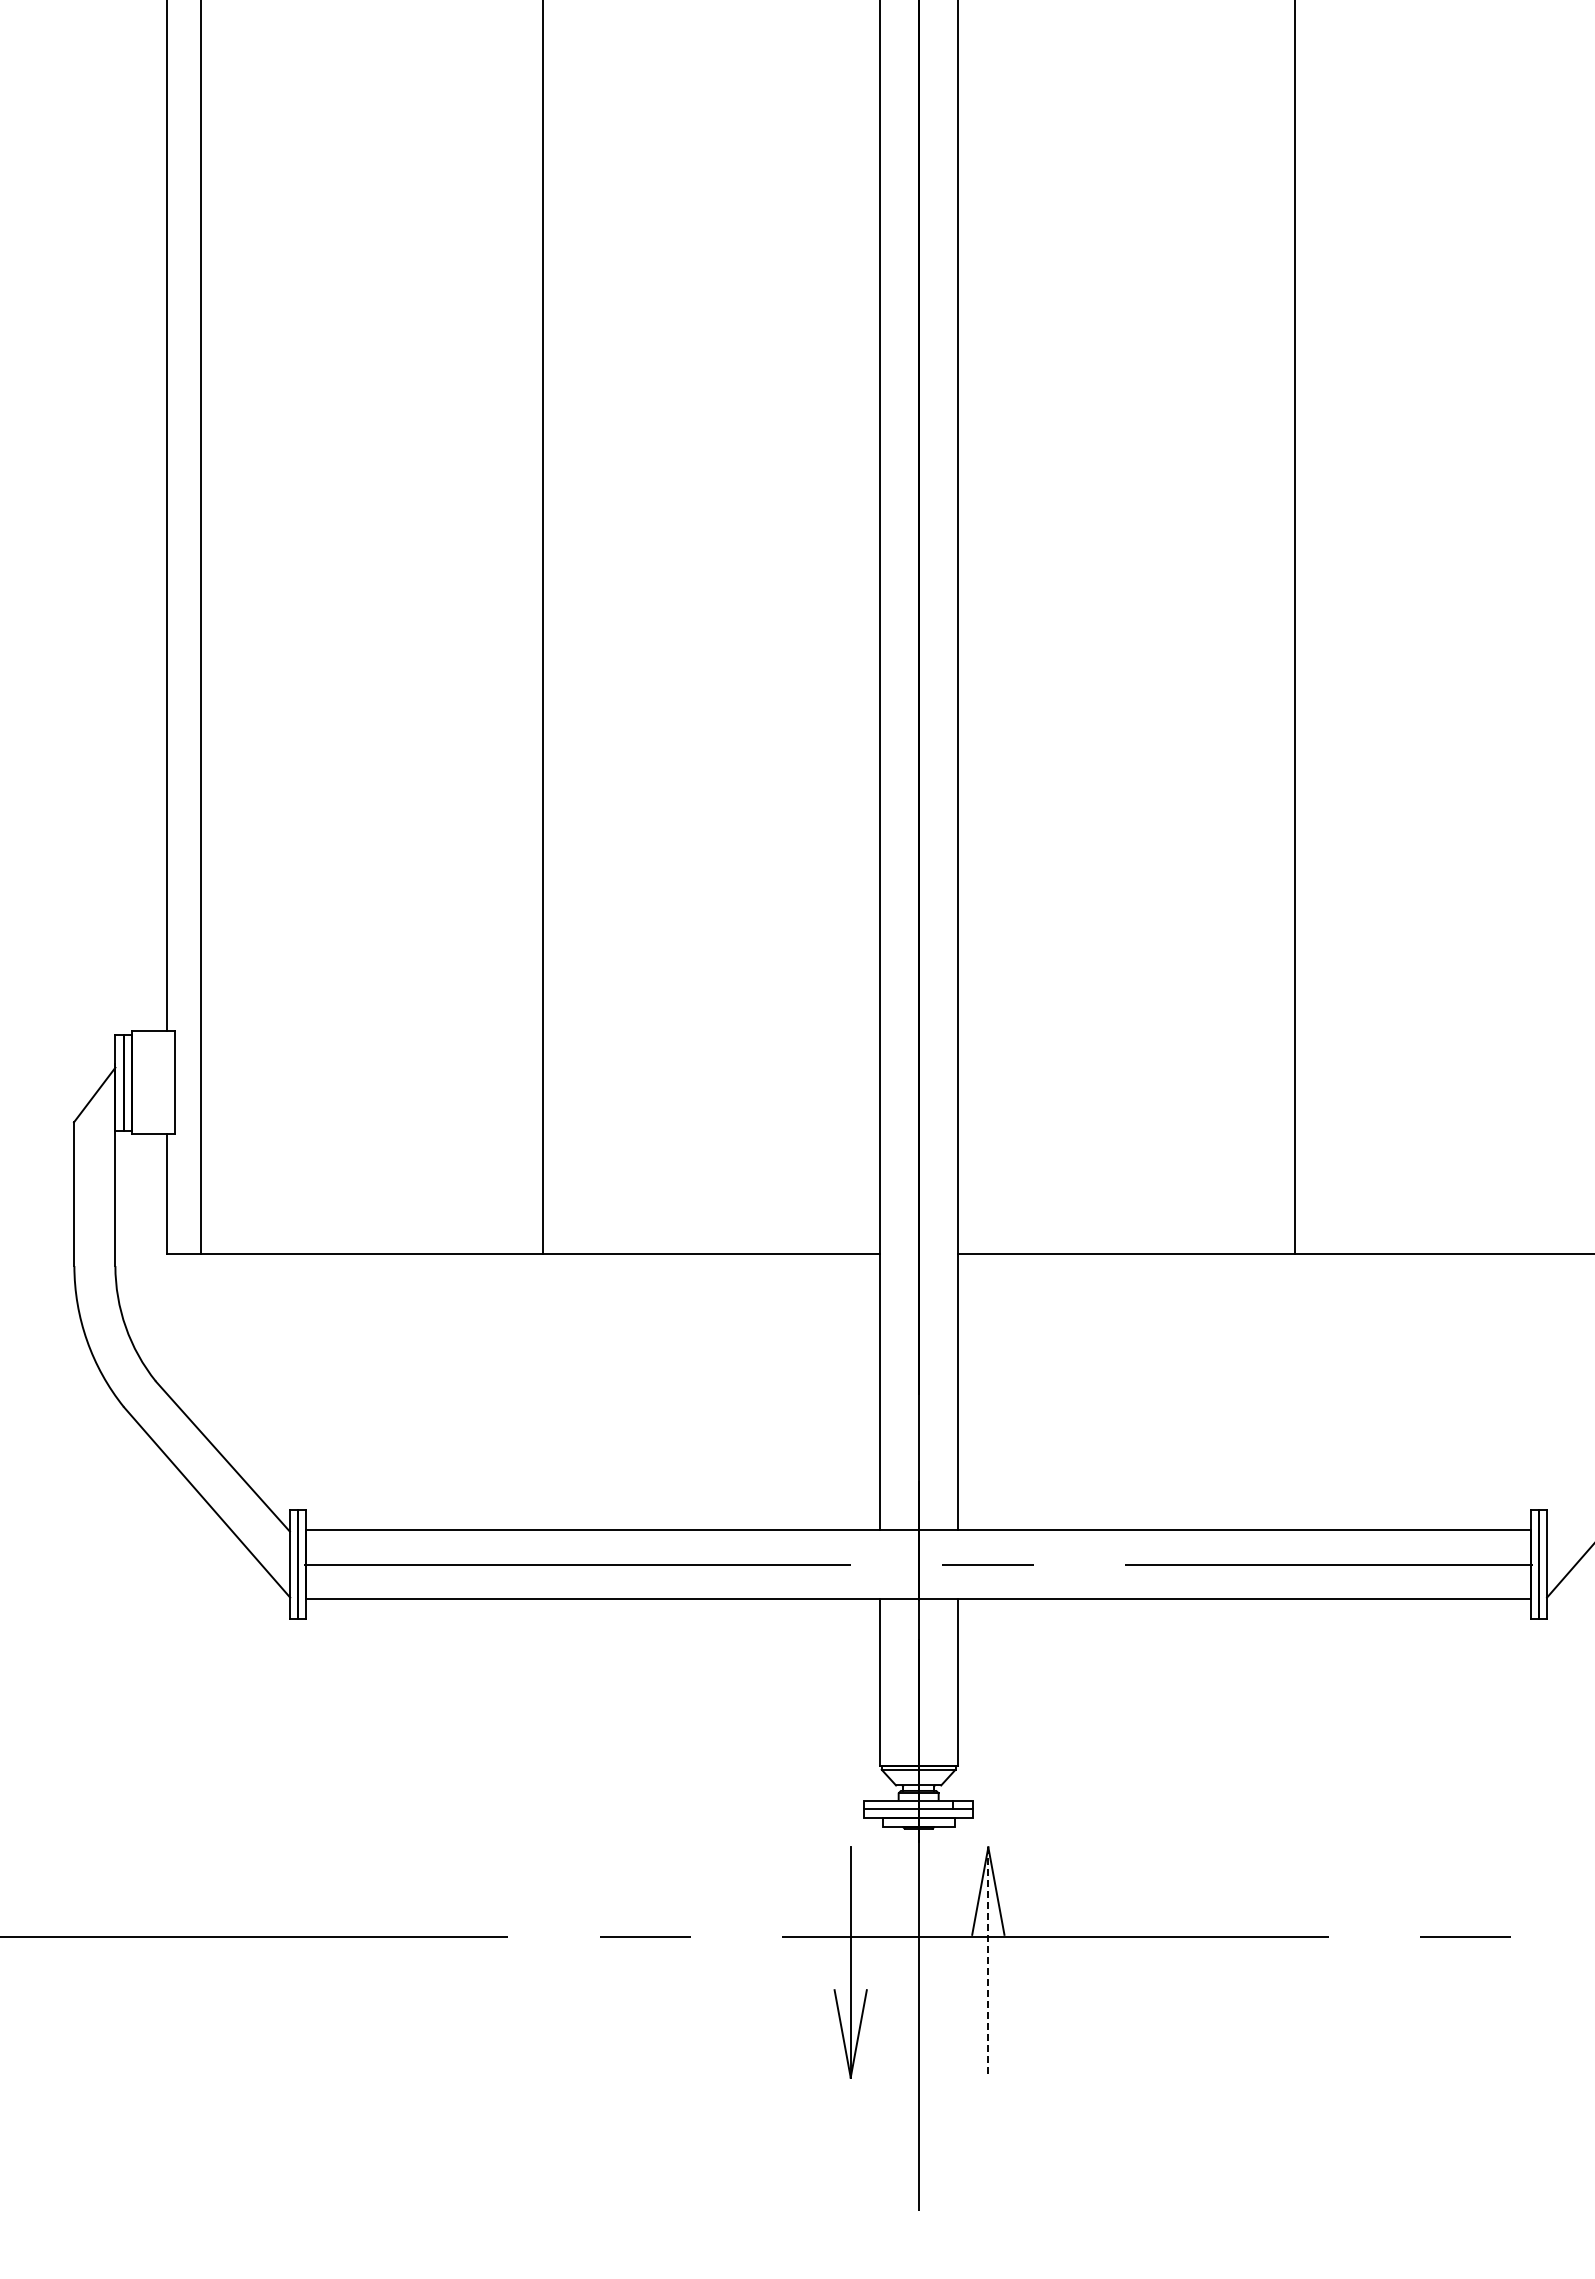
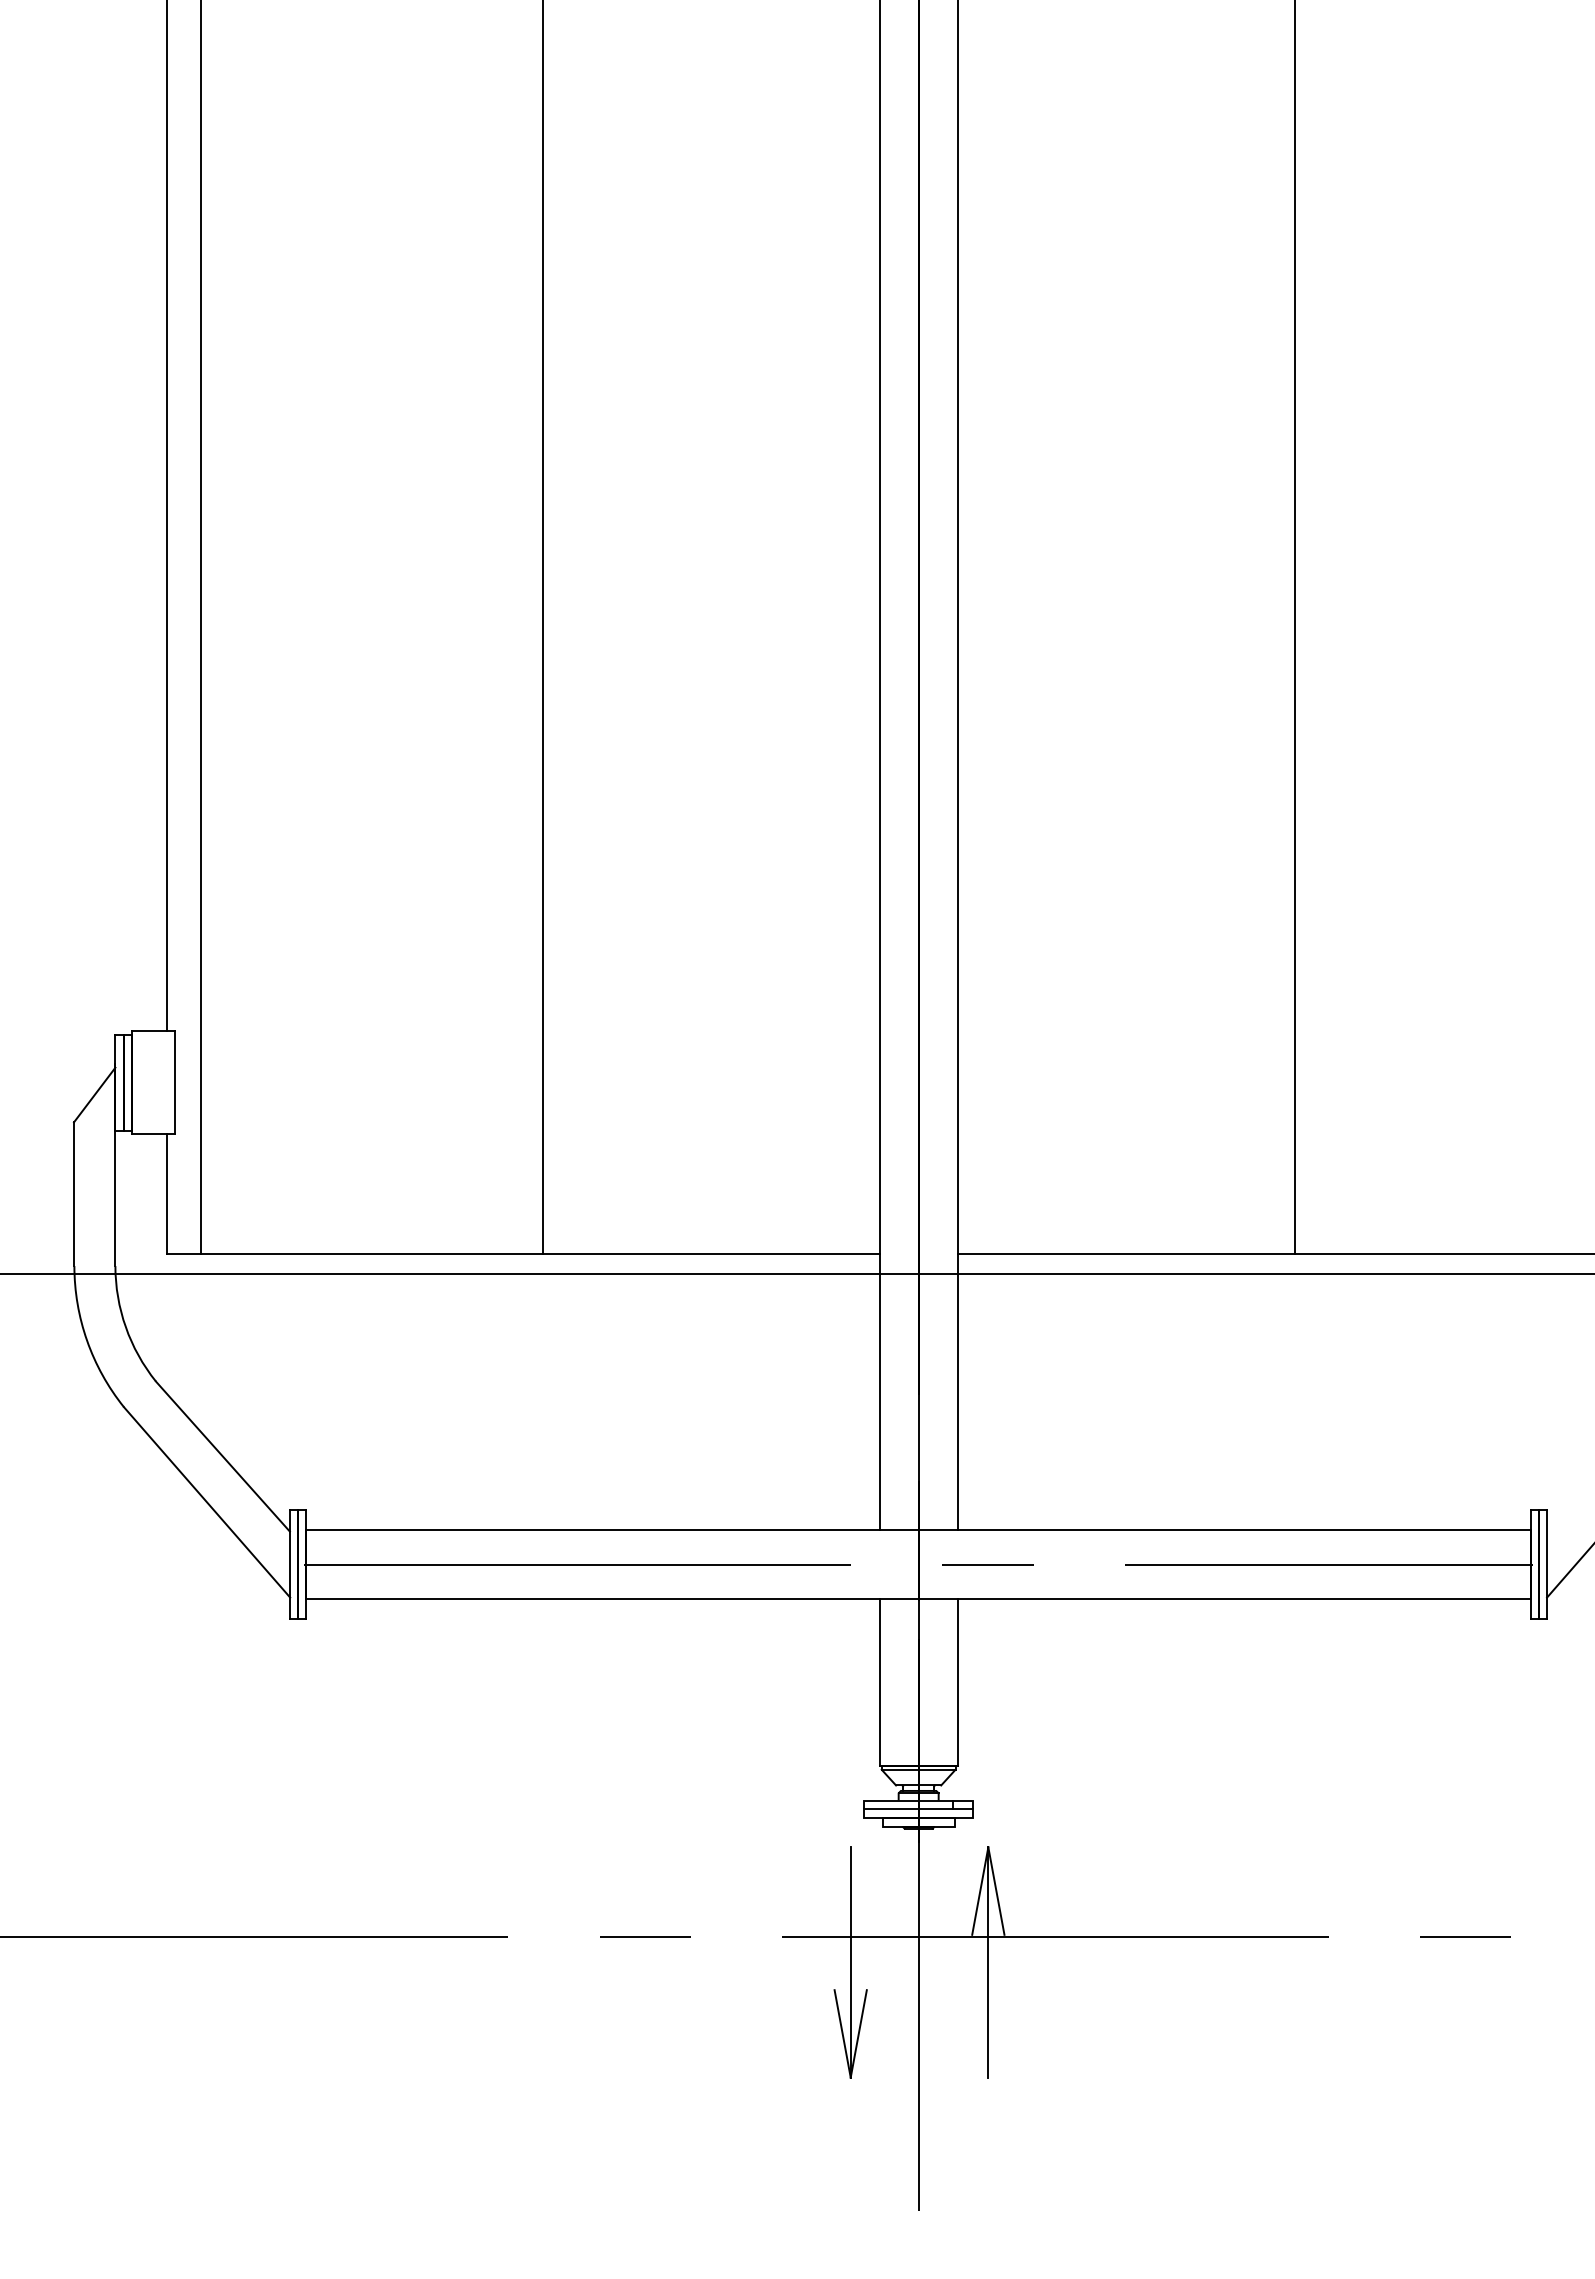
line at (796, 1274): none -> present
line at (988, 1962): dashed -> solid
